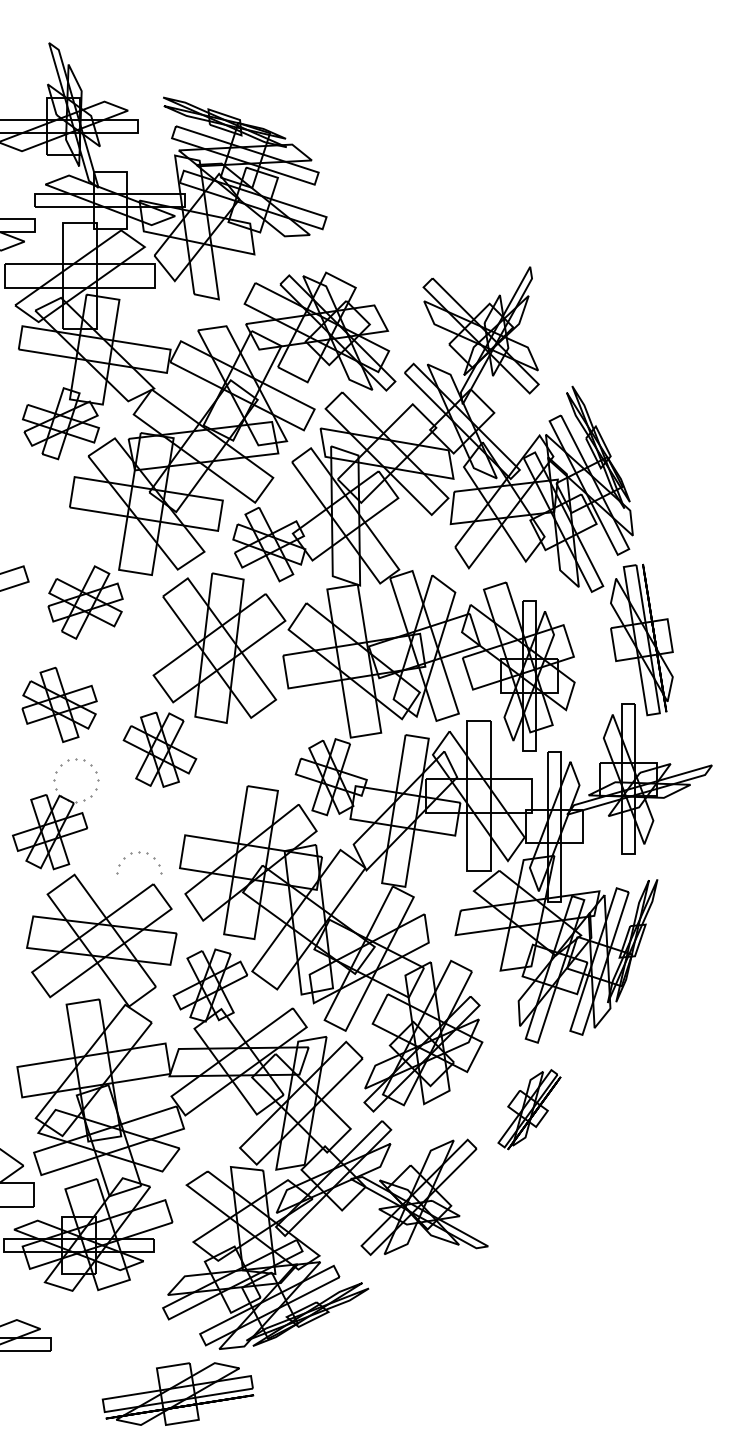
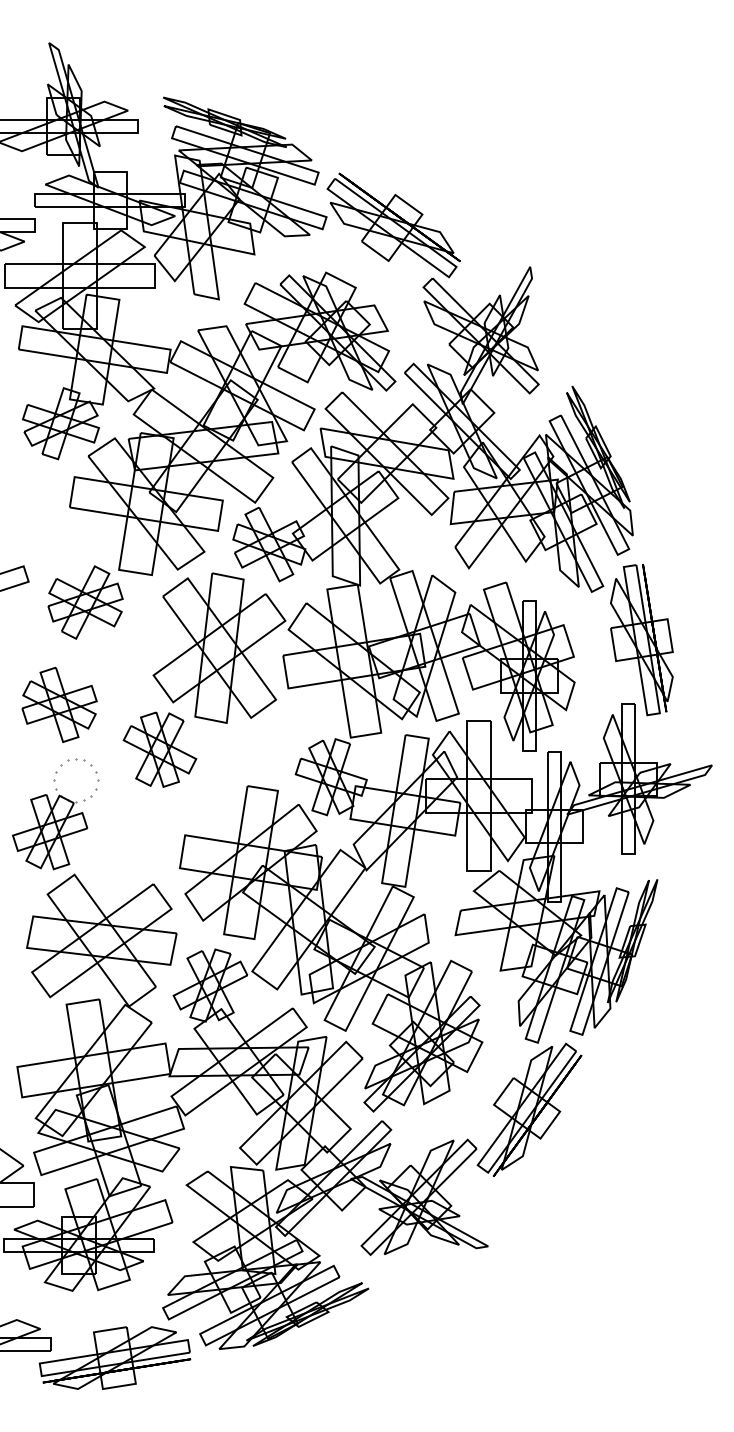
part at (393, 225): none -> present
part at (139, 853): present -> none
part at (529, 1109) size: 65x82 px -> 107x135 px
part at (177, 1393) position: (177, 1393) -> (114, 1357)
